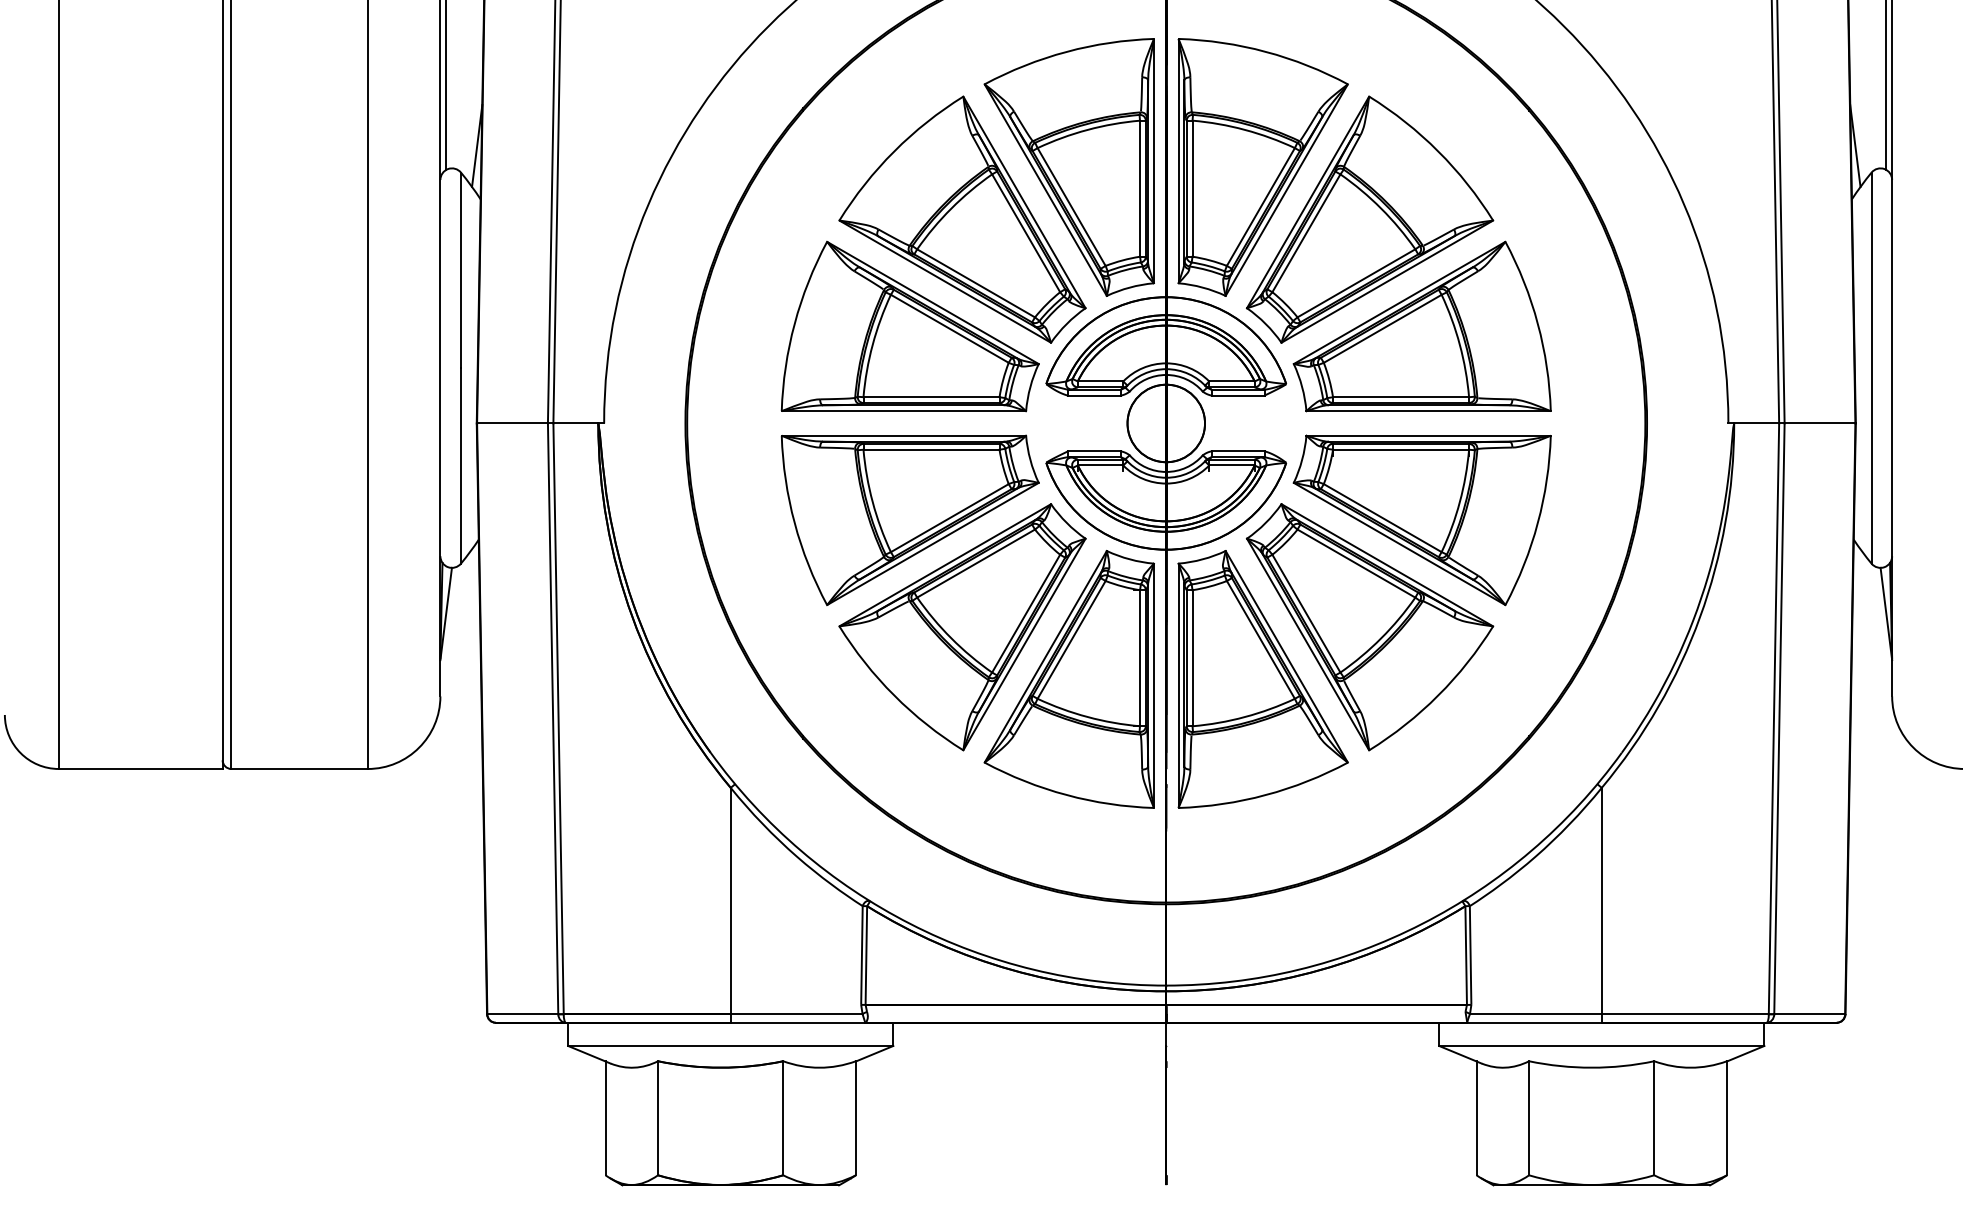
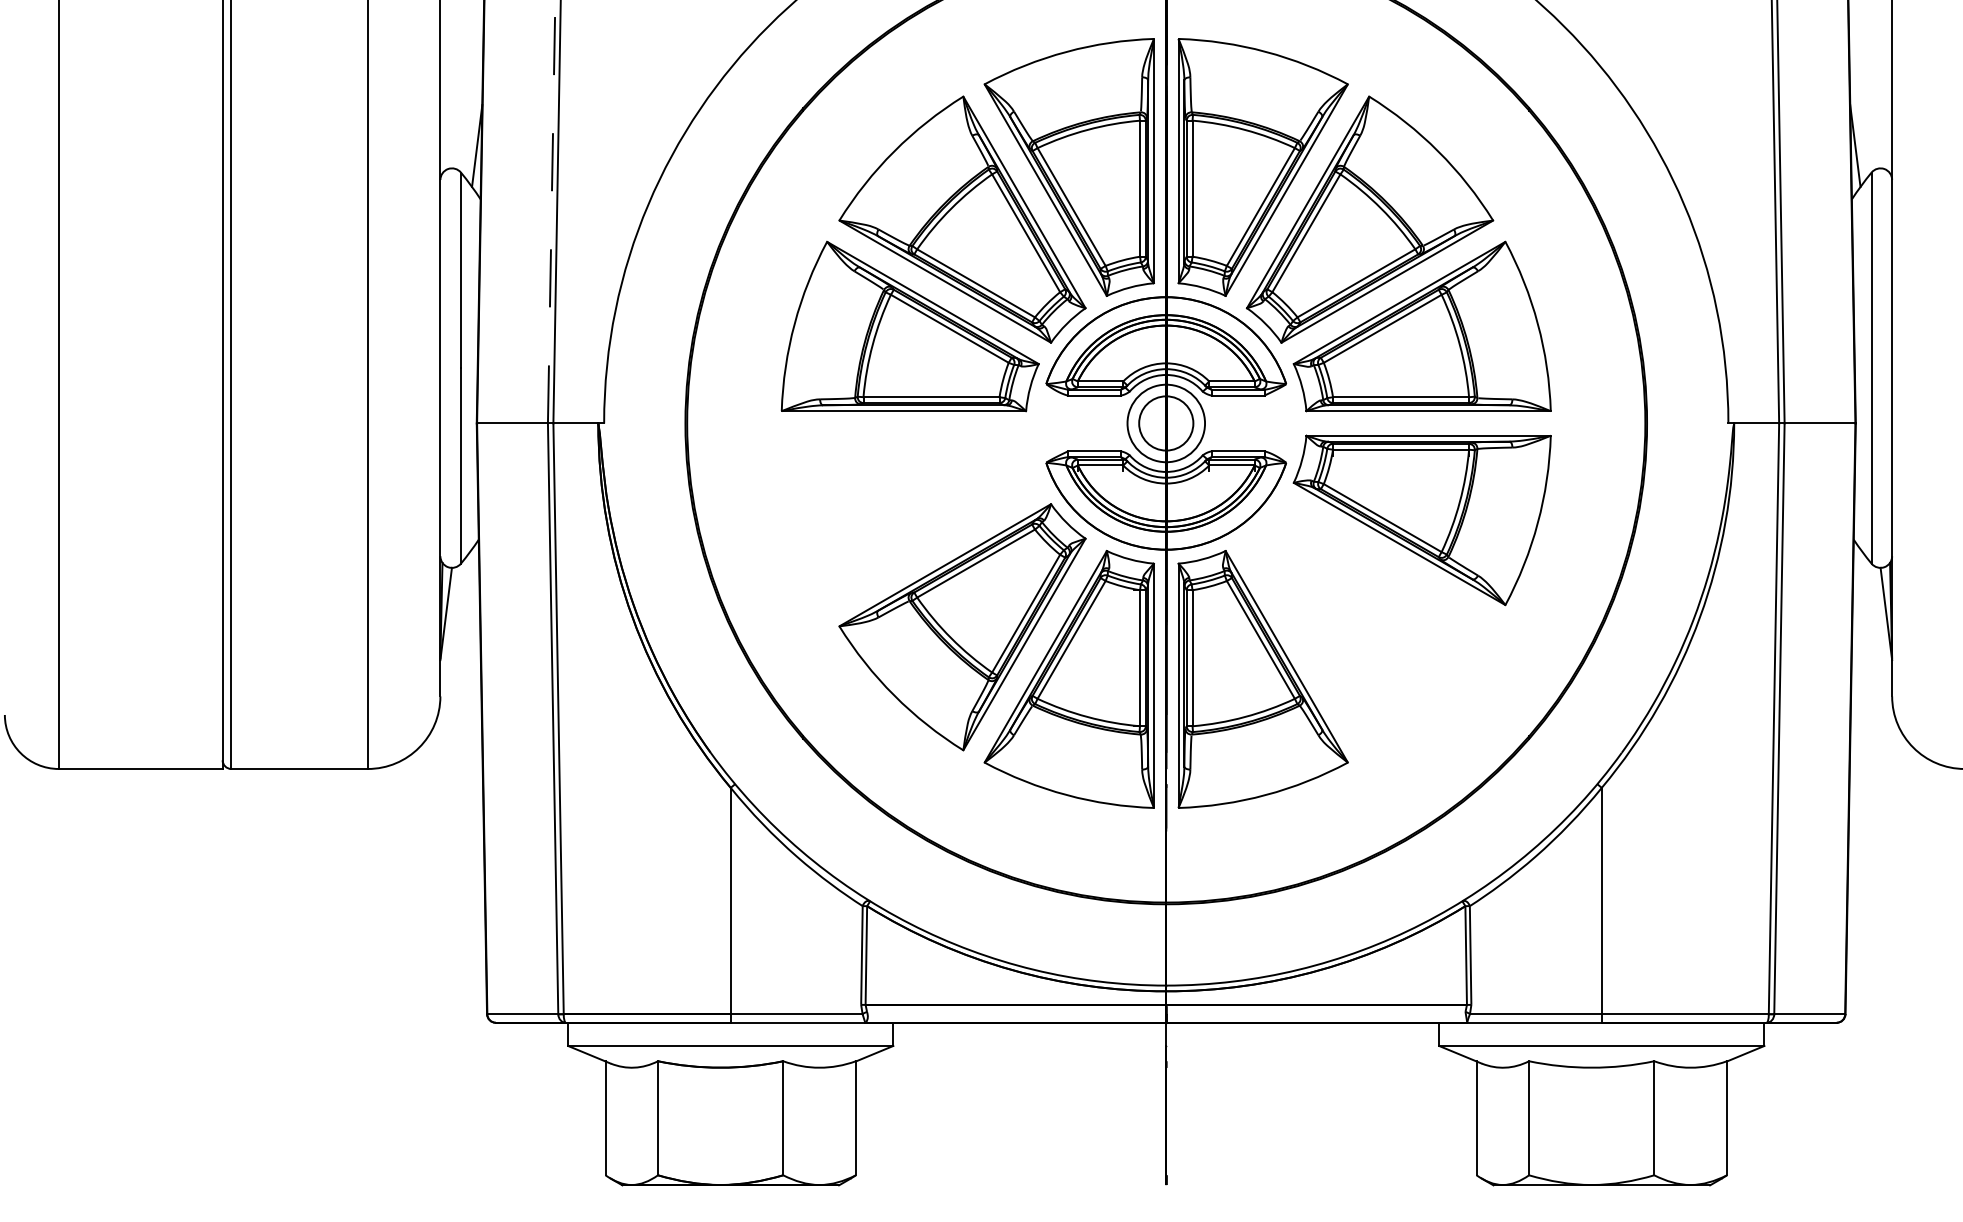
line at (446, 85): present -> none
line at (1886, 85): present -> none
line at (551, 211): solid -> dashed
circle at (1166, 423) diameter: 77 px -> 54 px
part at (909, 519): present -> none
part at (1369, 627): present -> none
